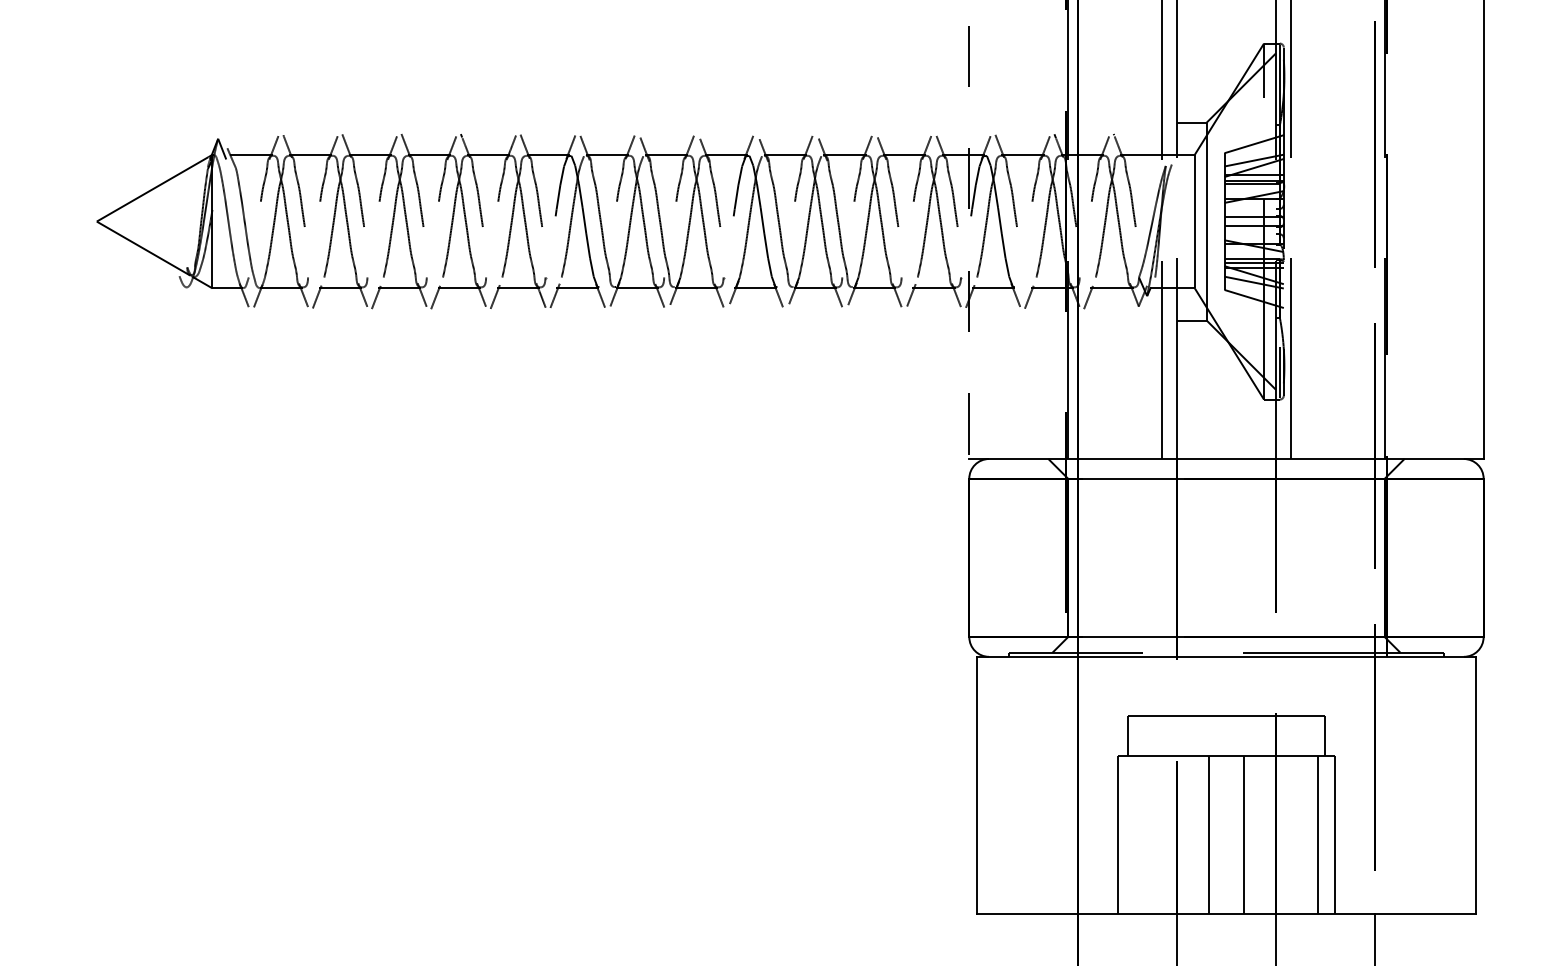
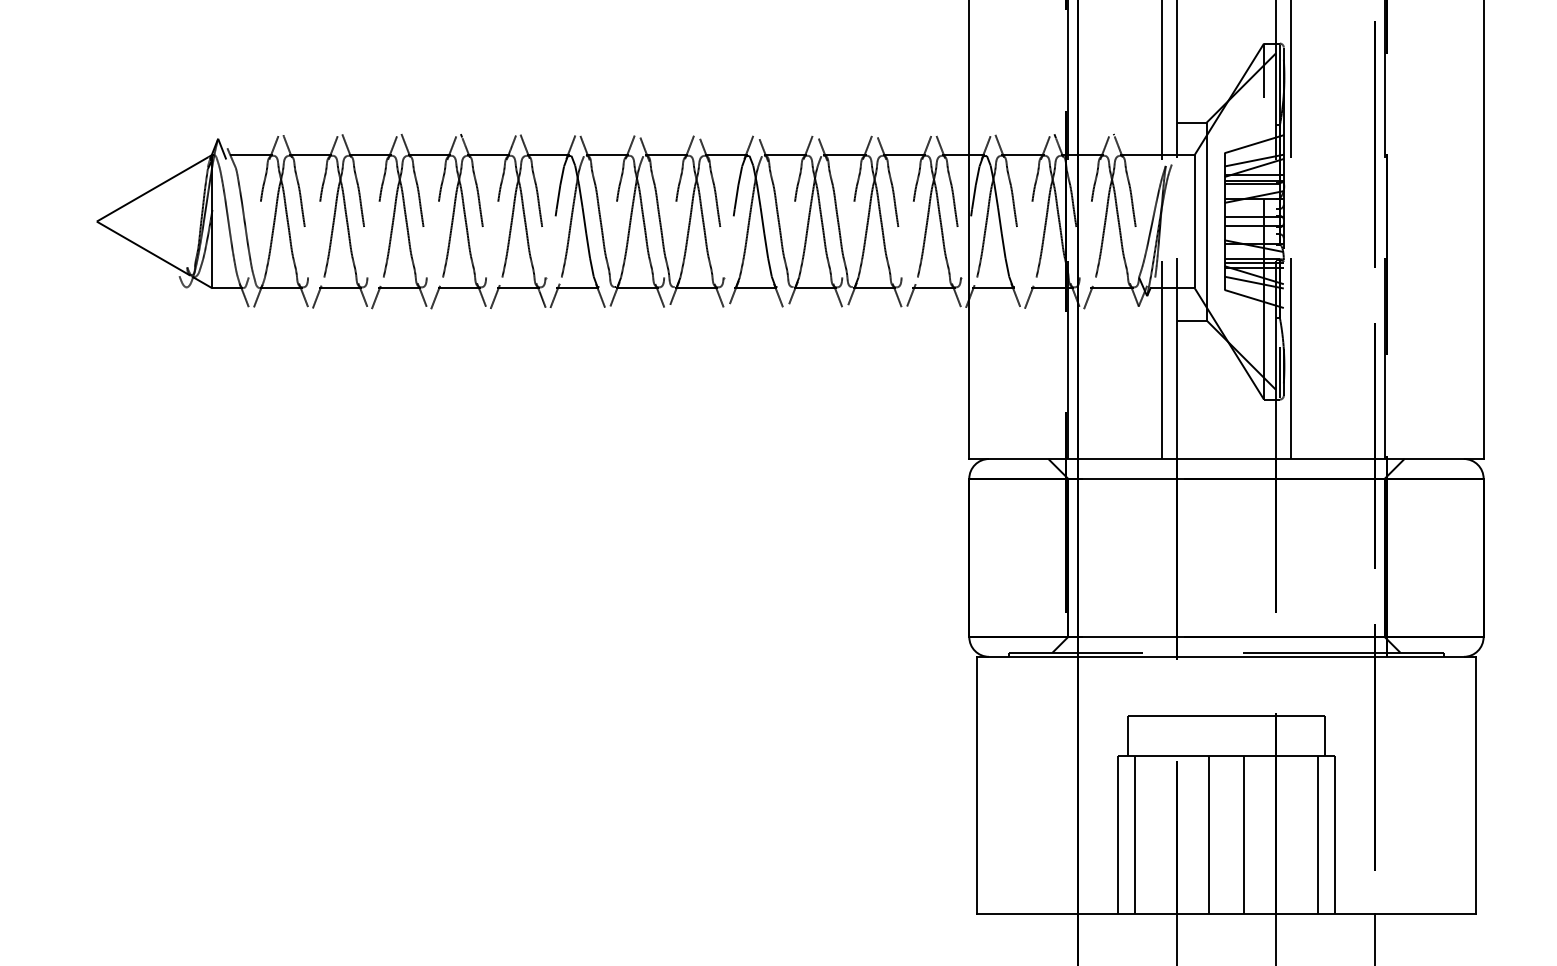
line at (969, 230): dashed -> solid
line at (1135, 834): none -> present
